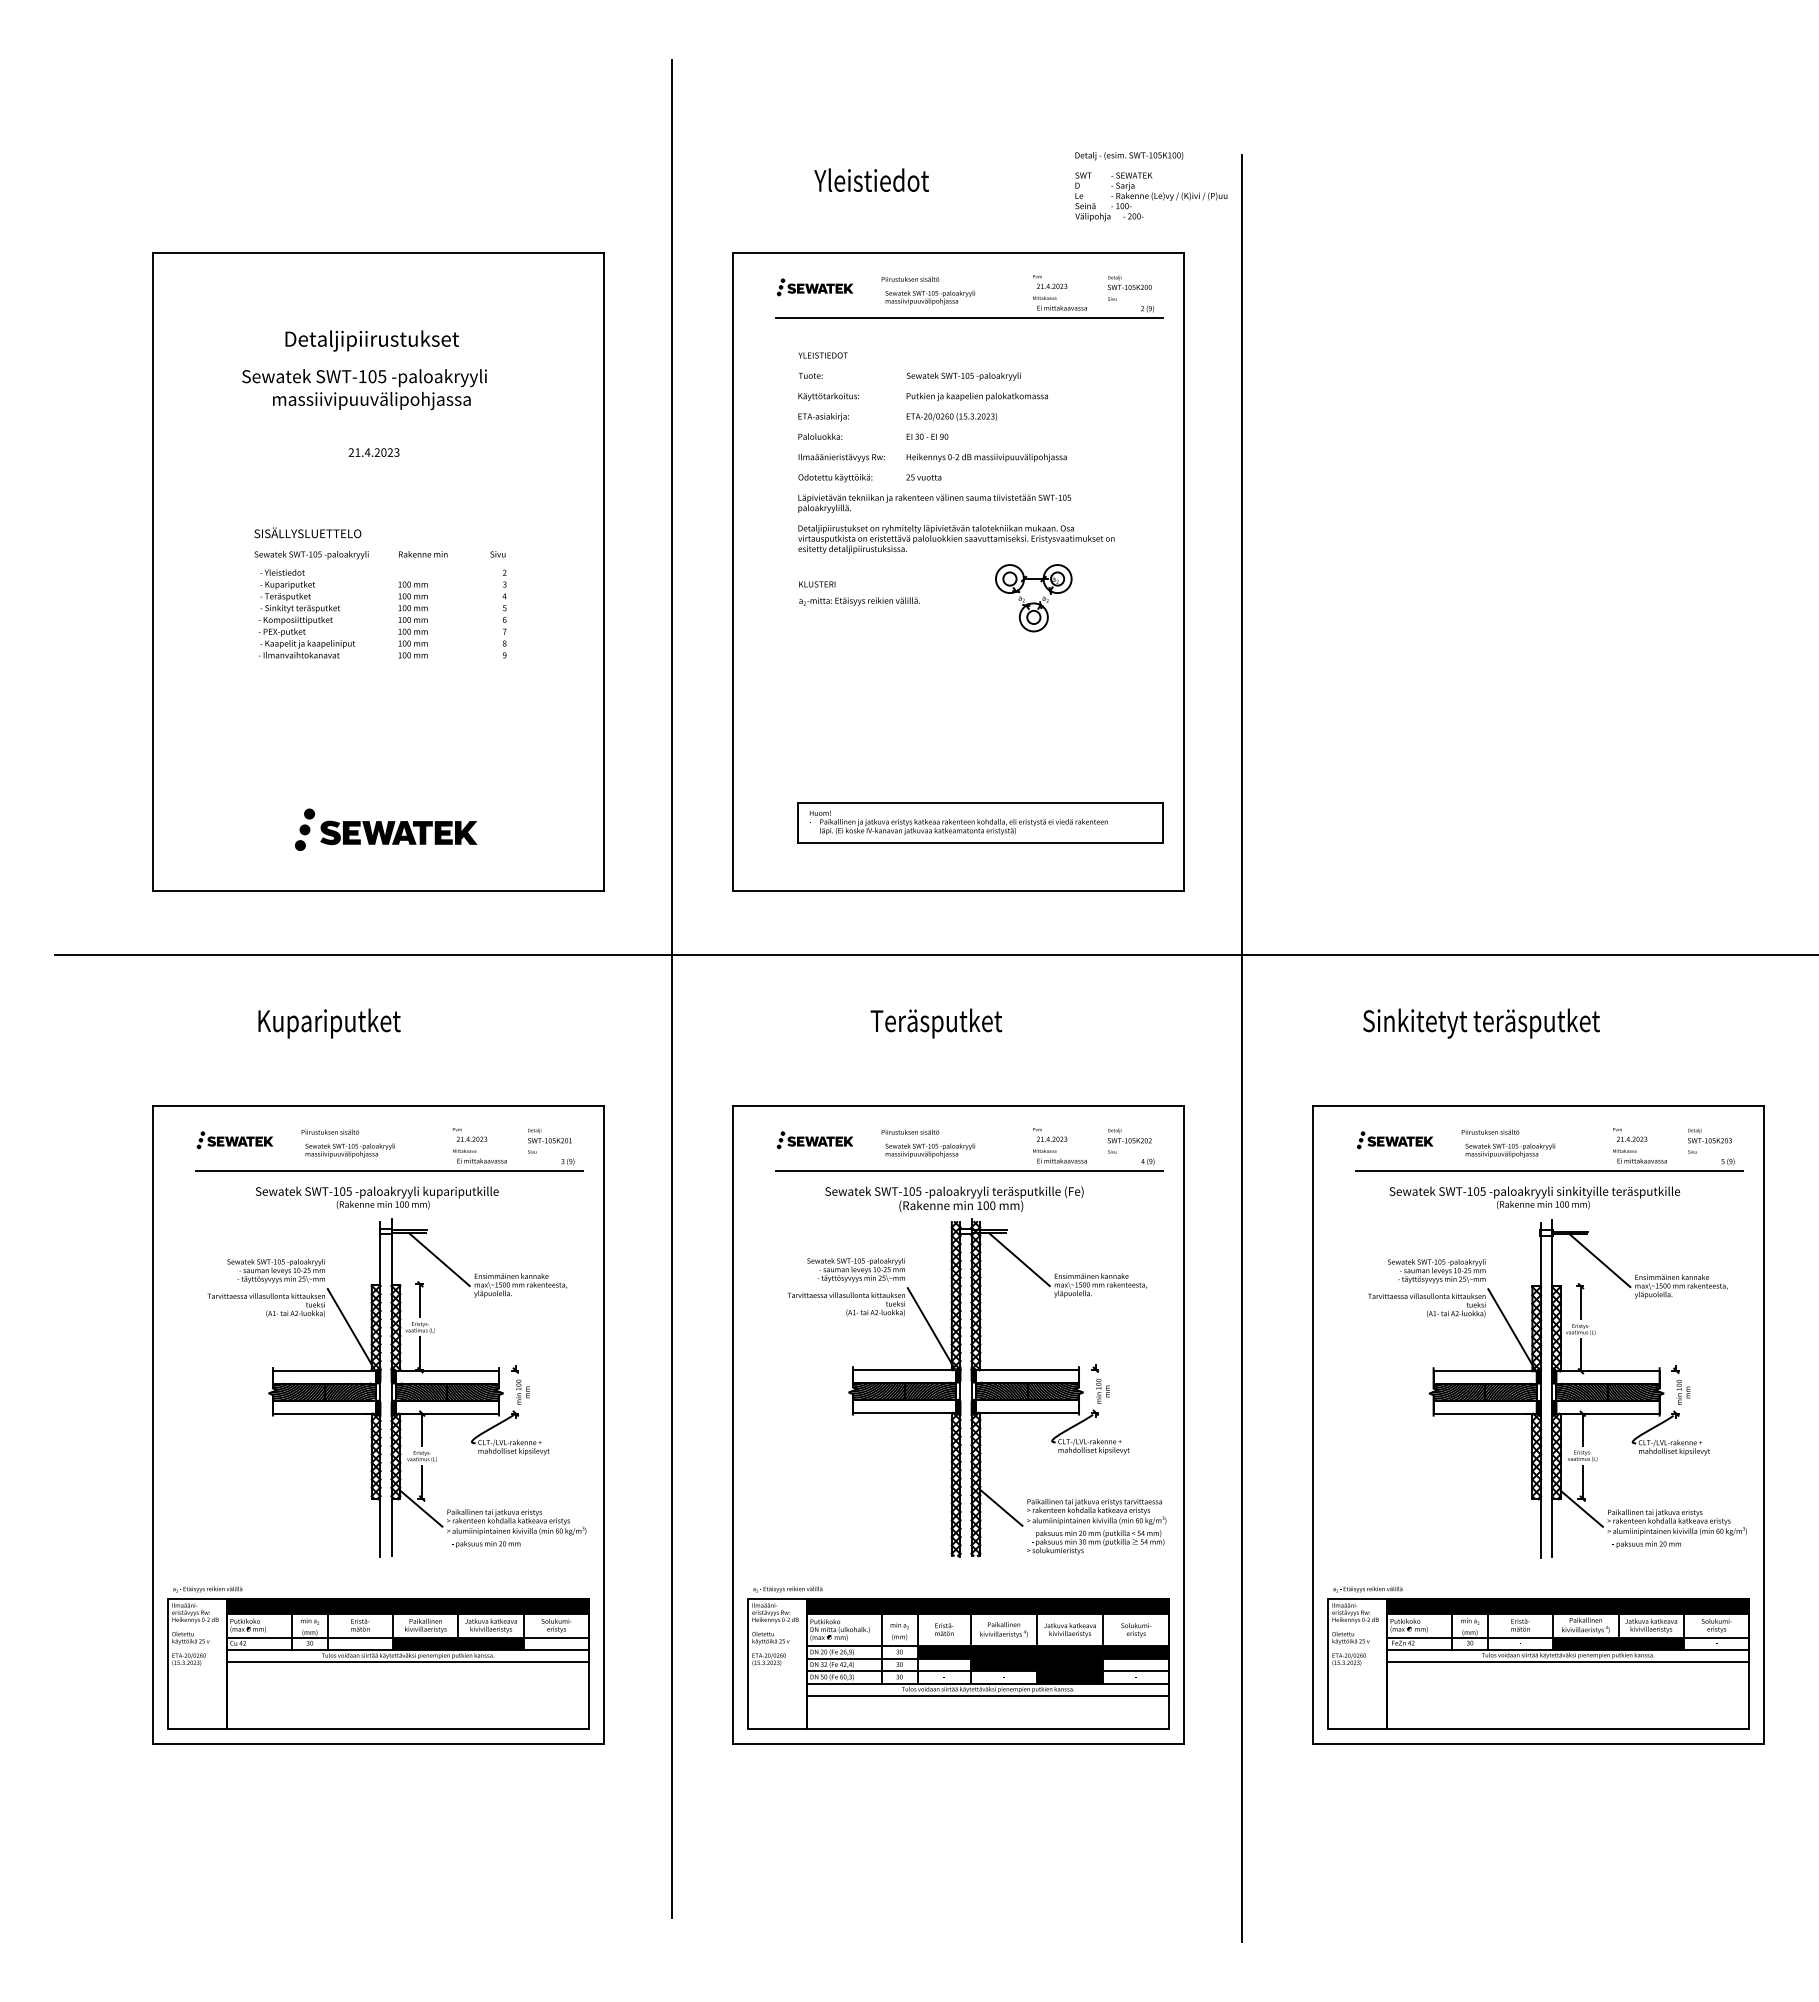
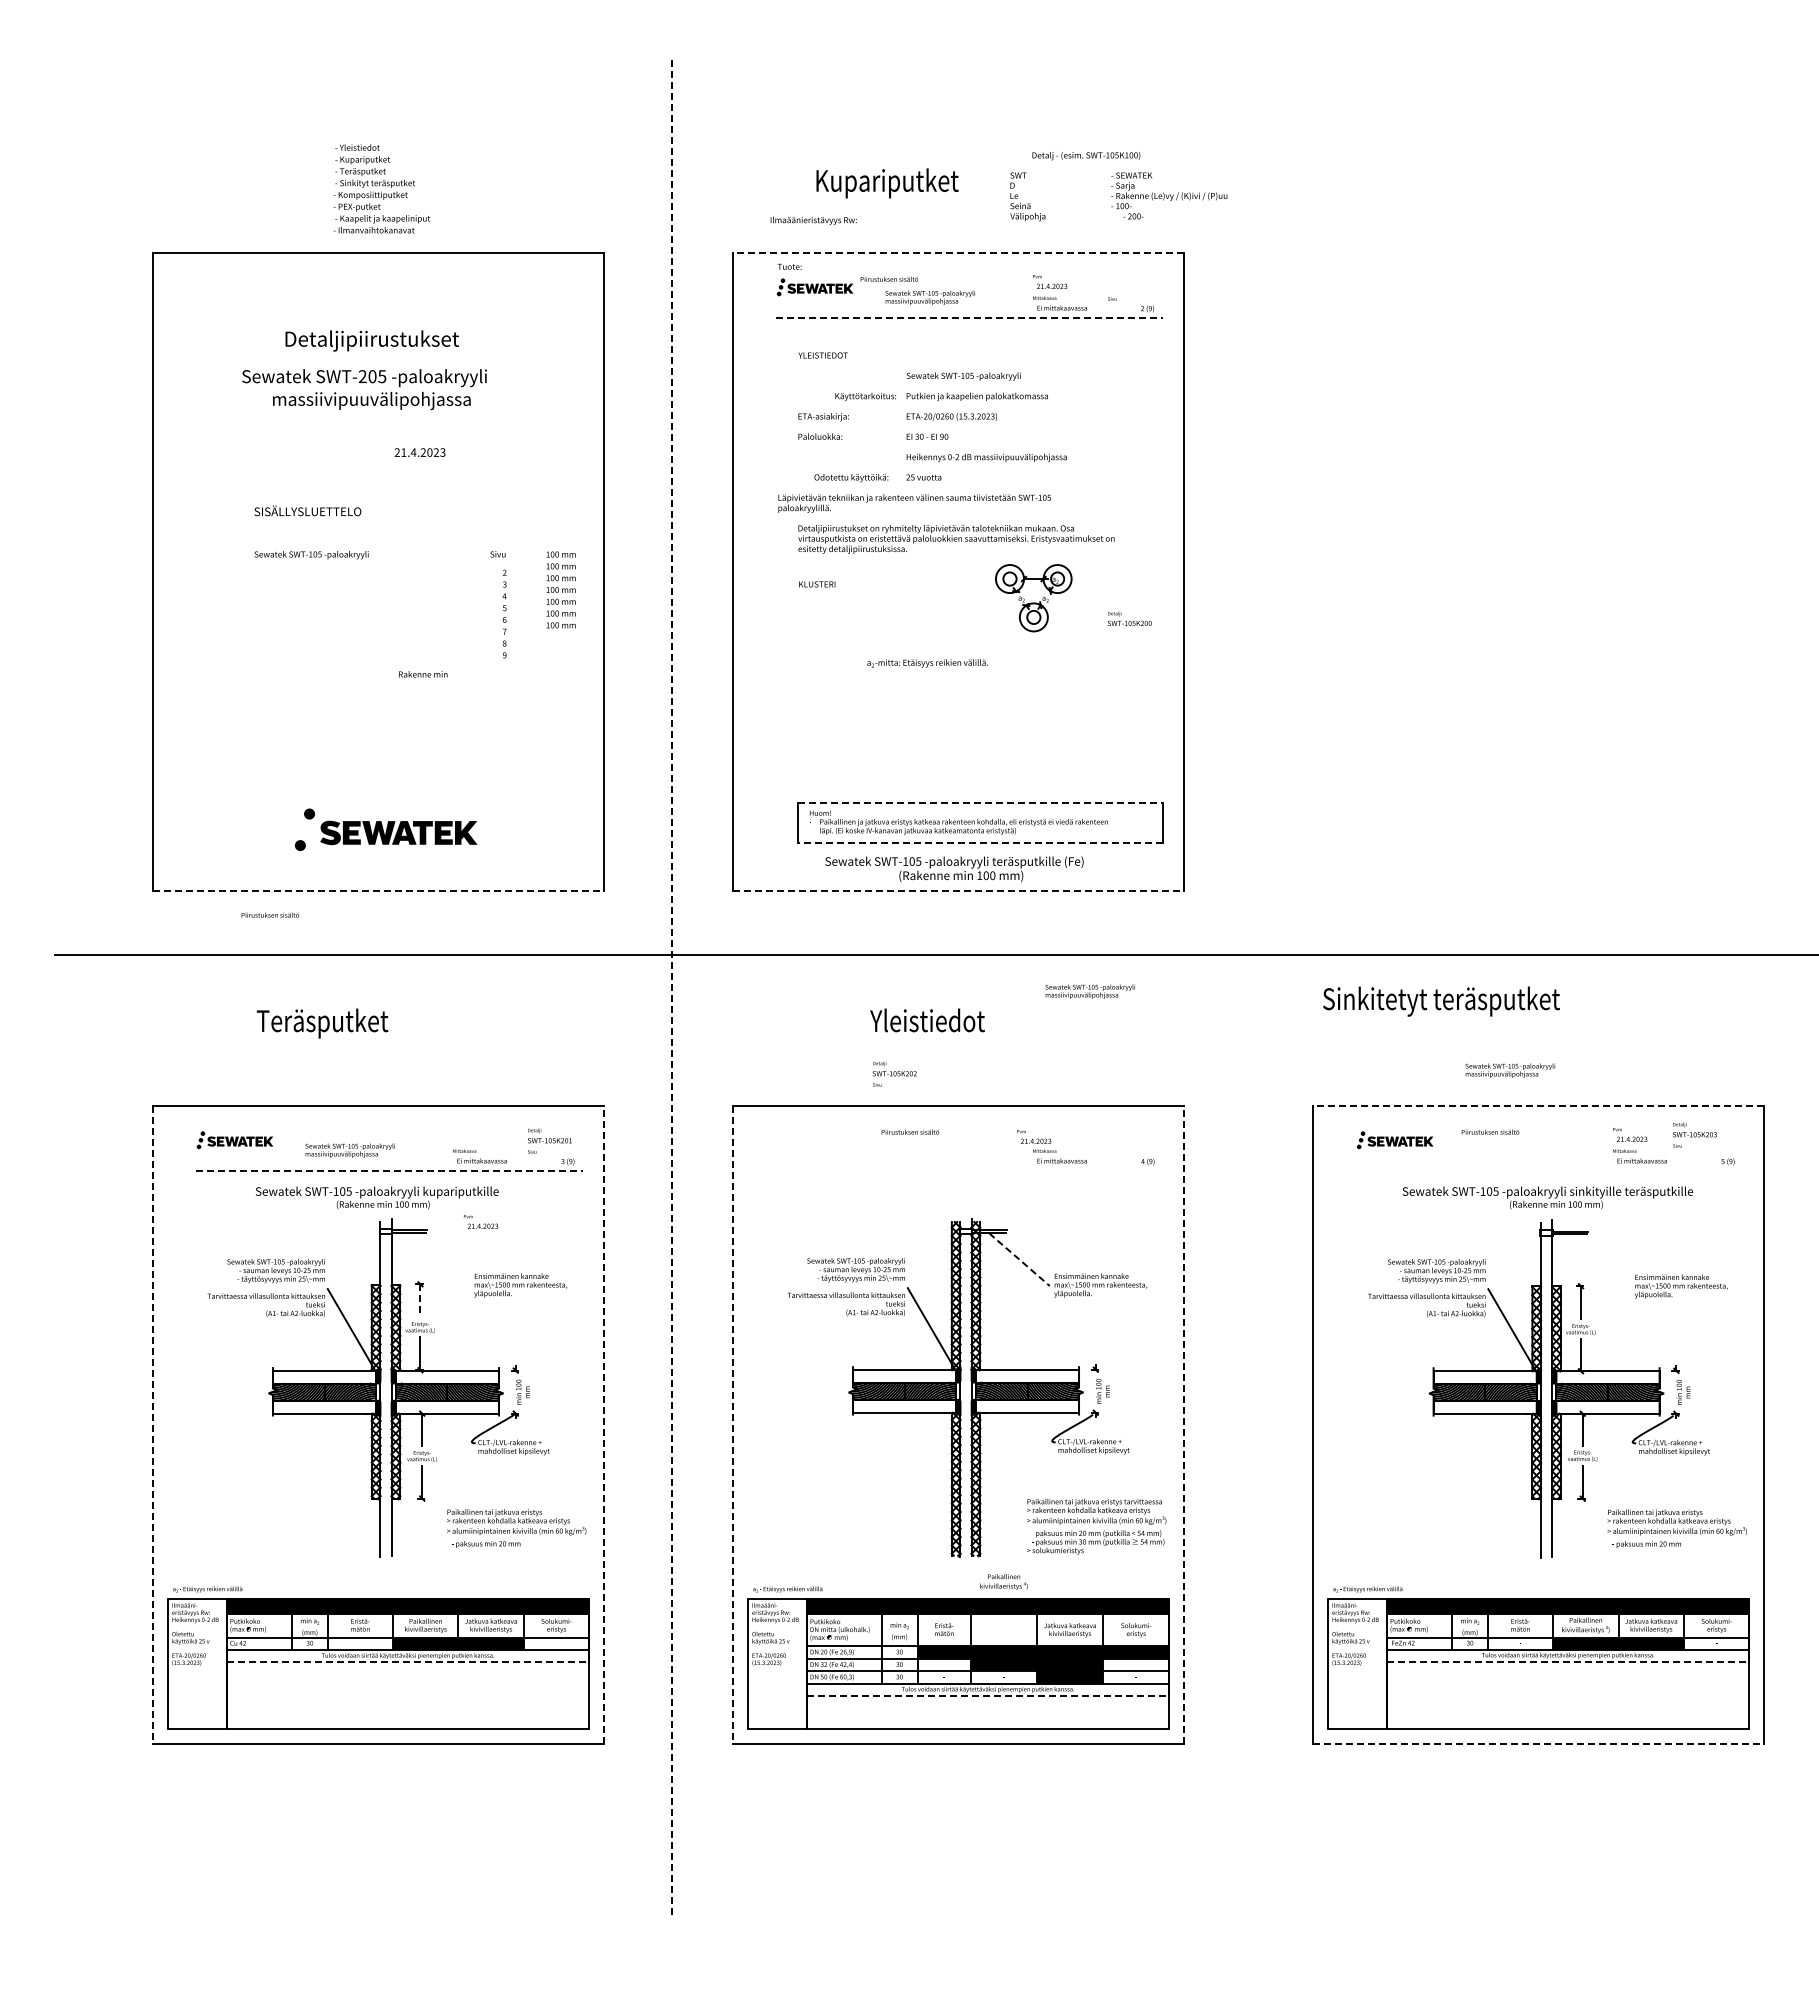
text at (1129, 156) position: (1129, 156) -> (1086, 156)
text at (886, 183): Yleistiedot -> Kupariputket
text at (1092, 196) position: (1092, 196) -> (1027, 196)
line at (958, 252): solid -> dashed
text at (910, 278) position: (910, 278) -> (889, 278)
text at (1129, 282) position: (1129, 282) -> (1129, 618)
line at (969, 318): solid -> dashed
text at (810, 375) position: (810, 375) -> (789, 266)
text at (362, 376): SWT-105 -> SWT-205
text at (828, 396) position: (828, 396) -> (865, 396)
text at (373, 452) position: (373, 452) -> (419, 452)
text at (841, 457) position: (841, 457) -> (813, 220)
text at (835, 478) position: (835, 478) -> (851, 478)
text at (934, 503) position: (934, 503) -> (914, 503)
text at (307, 532) position: (307, 532) -> (307, 510)
text at (423, 554) position: (423, 554) -> (423, 674)
text at (859, 601) position: (859, 601) -> (927, 663)
text at (306, 613) position: (306, 613) -> (381, 188)
text at (412, 619) position: (412, 619) -> (560, 589)
line at (981, 803): solid -> dashed
fill at (304, 829): present -> none
line at (980, 843): solid -> dashed
line at (378, 890): solid -> dashed
line at (958, 890): solid -> dashed
line at (671, 988): solid -> dashed
text at (328, 1023): Kupariputket -> Teräsputket
text at (936, 1023): Teräsputket -> Yleistiedot
text at (1481, 1023) position: (1481, 1023) -> (1441, 1001)
line at (1242, 1047): present -> none
line at (1538, 1105): solid -> dashed
text at (330, 1131) position: (330, 1131) -> (270, 914)
text at (470, 1134) position: (470, 1134) -> (481, 1221)
text at (1050, 1134) position: (1050, 1134) -> (1034, 1136)
part at (815, 1140): present -> none
text at (1129, 1140) position: (1129, 1140) -> (894, 1073)
text at (1709, 1140) position: (1709, 1140) -> (1694, 1134)
text at (929, 1150) position: (929, 1150) -> (1089, 991)
text at (1510, 1150) position: (1510, 1150) -> (1510, 1070)
line at (389, 1170): solid -> dashed
line at (969, 1170): present -> none
line at (1549, 1170): present -> none
text at (1534, 1197) position: (1534, 1197) -> (1547, 1197)
text at (954, 1199) position: (954, 1199) -> (954, 869)
line at (439, 1259): present -> none
line at (1019, 1259): solid -> dashed
line at (1599, 1260): present -> none
line at (420, 1301): solid -> dashed
line at (604, 1424): solid -> dashed
line at (1184, 1424): solid -> dashed
line at (153, 1425): solid -> dashed
line at (733, 1425): solid -> dashed
line at (1001, 1507): present -> none
line at (421, 1508): present -> none
line at (1581, 1508): present -> none
text at (1003, 1629) position: (1003, 1629) -> (1003, 1581)
line at (408, 1661): solid -> dashed
line at (1568, 1661): solid -> dashed
line at (988, 1695): solid -> dashed
line at (1538, 1743): solid -> dashed
